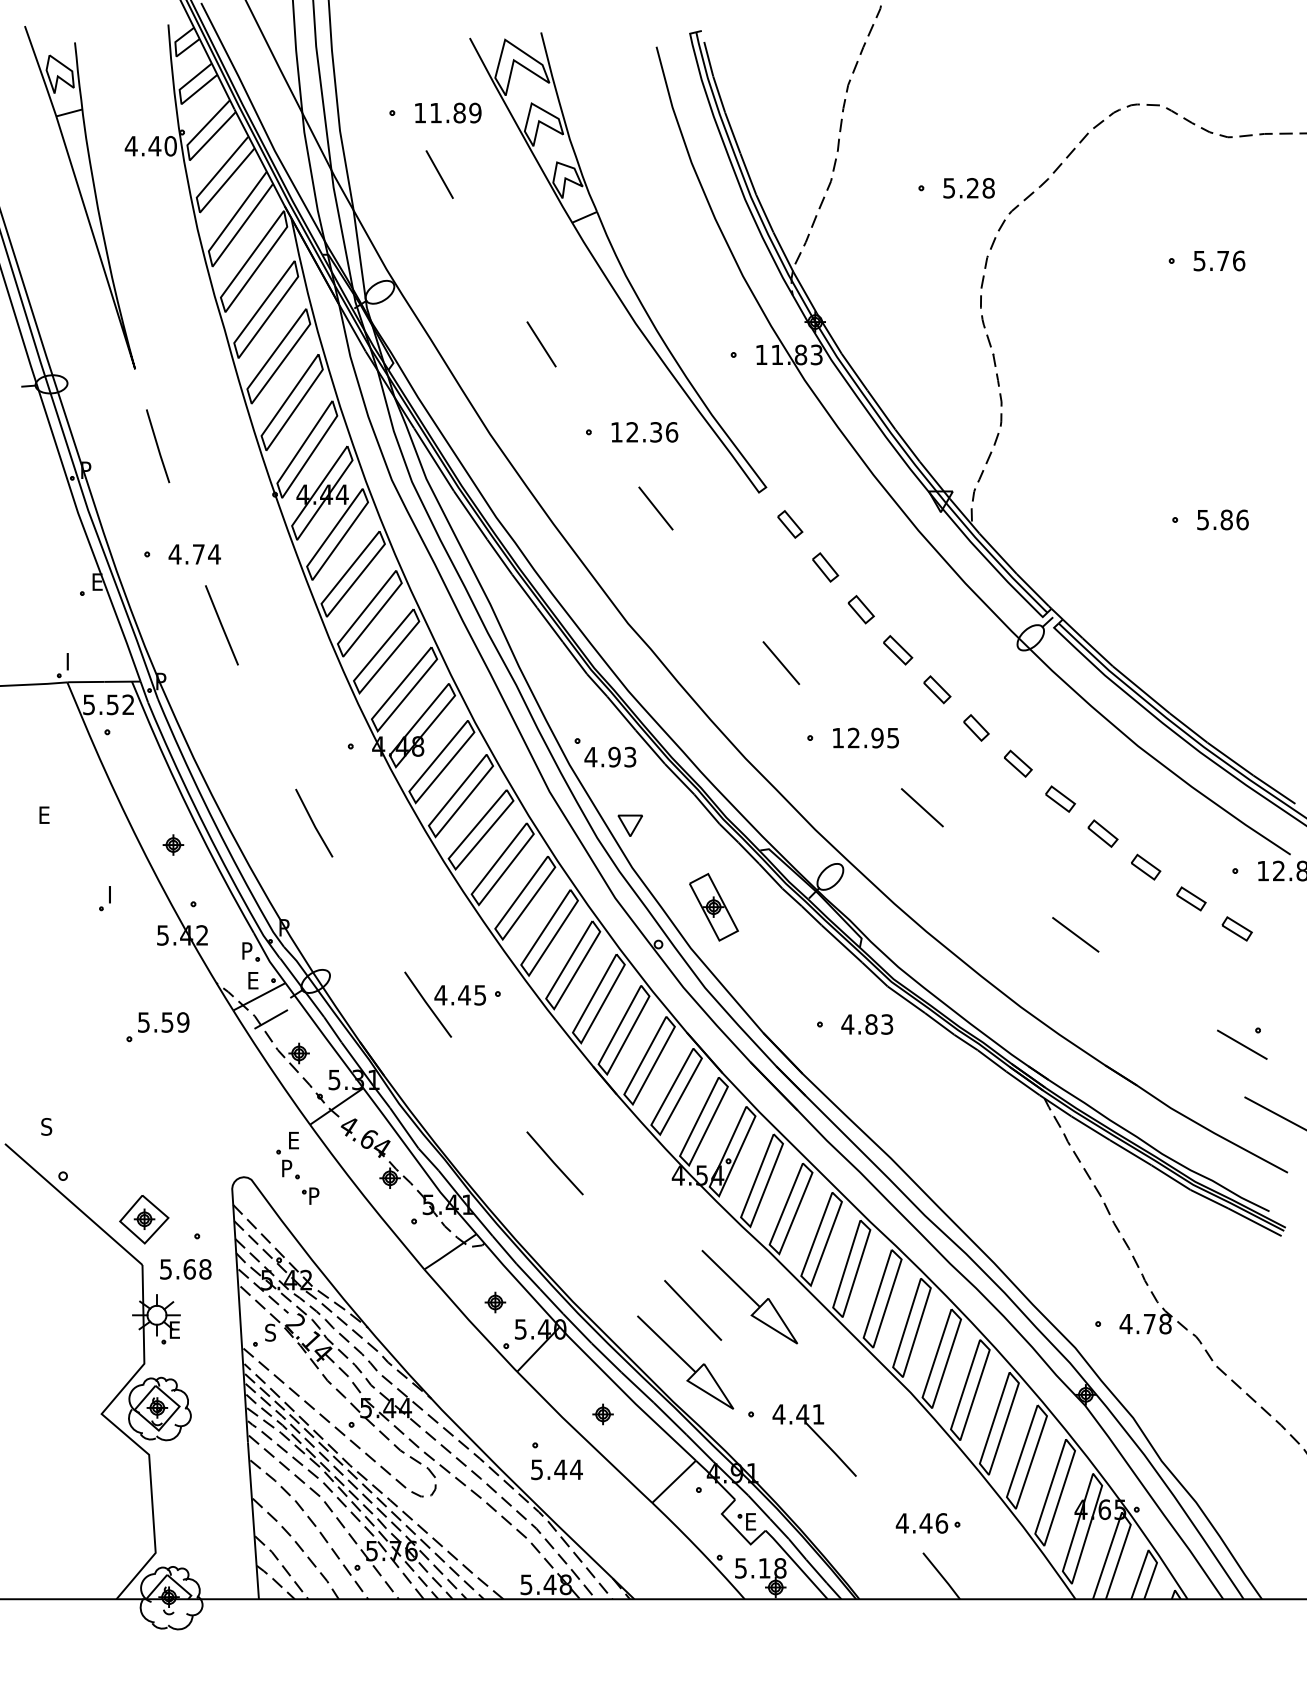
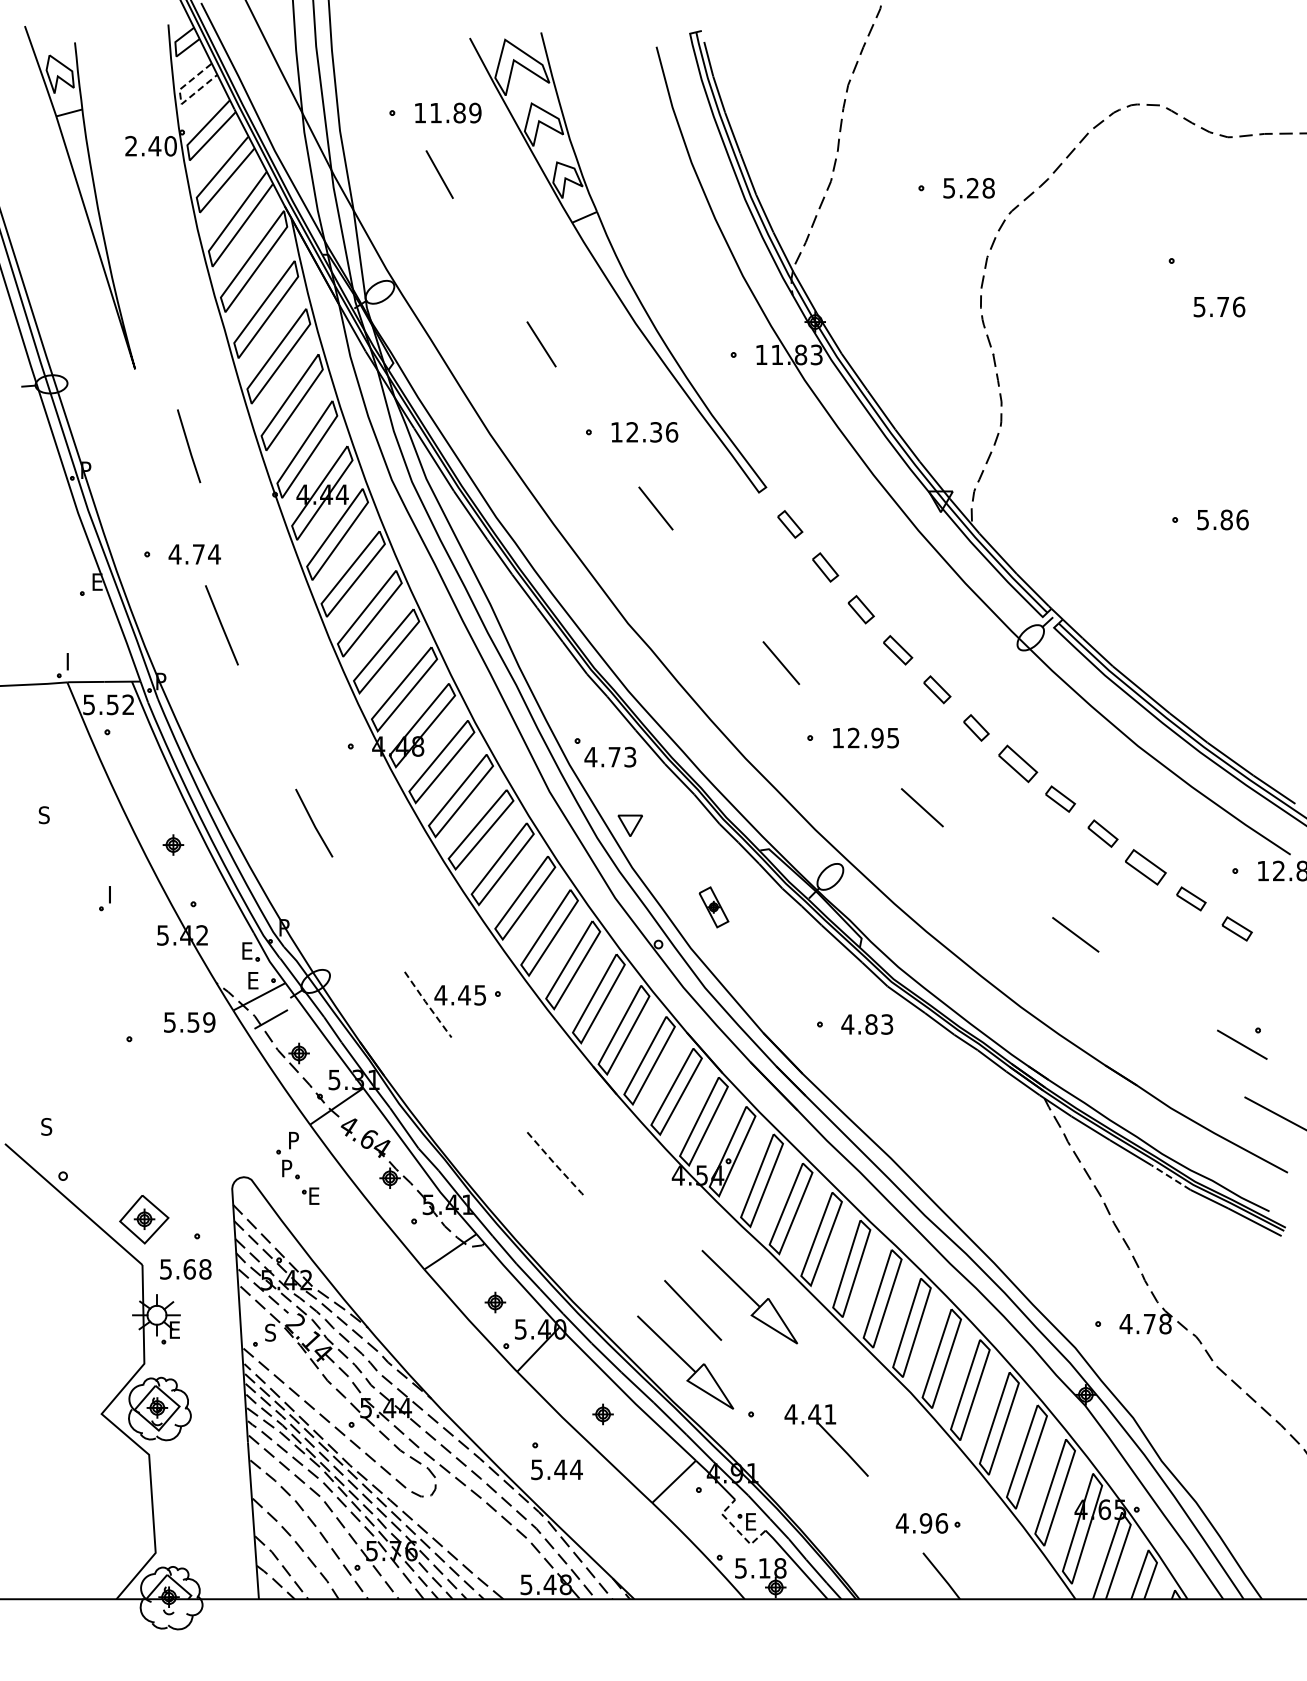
line at (180, 99): solid -> dashed
text at (130, 145): 4.40 -> 2.40
text at (1219, 260) position: (1219, 260) -> (1219, 306)
line at (158, 446) position: (158, 446) -> (189, 446)
text at (614, 756): 4.93 -> 4.73
part at (1018, 763) size: 29x29 px -> 41x40 px
text at (43, 815): E -> S
part at (1146, 866) size: 31x28 px -> 42x37 px
part at (713, 907) size: 50x69 px -> 32x43 px
text at (248, 950): P -> E
line at (428, 1005): solid -> dashed
text at (163, 1022) position: (163, 1022) -> (189, 1022)
text at (294, 1140): E -> P
line at (554, 1163): solid -> dashed
line at (1170, 1177): solid -> dashed
text at (315, 1195): P -> E
part at (814, 1440) position: (814, 1440) -> (826, 1440)
text at (925, 1523): 4.46 -> 4.96
line at (736, 1529): solid -> dashed
